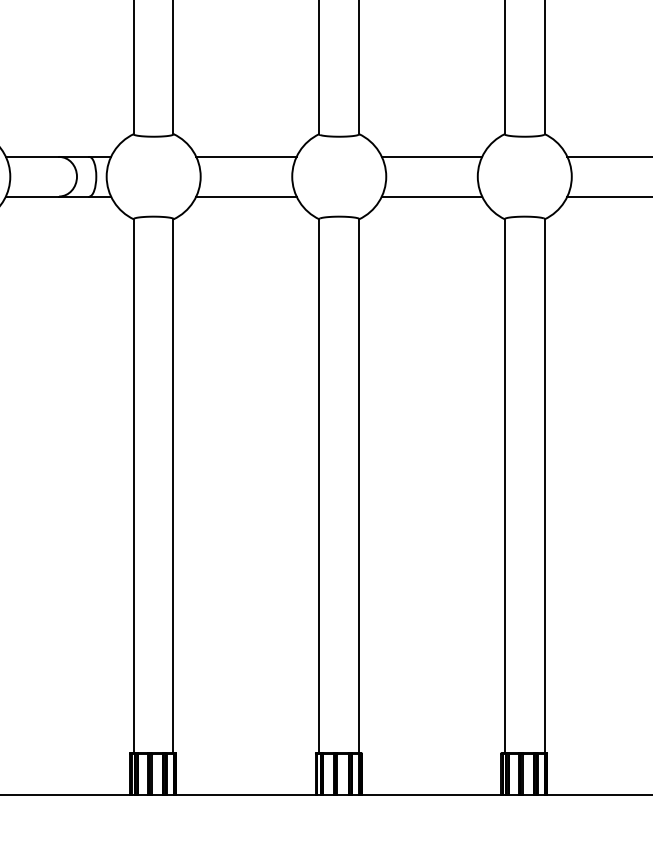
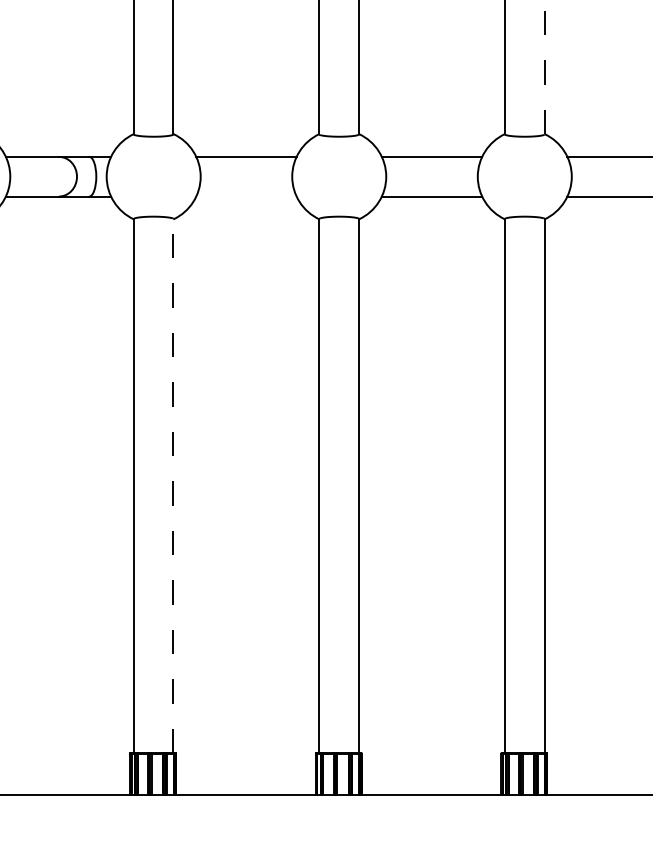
line at (544, 67): solid -> dashed
line at (246, 196): present -> none
line at (173, 485): solid -> dashed
